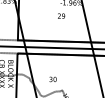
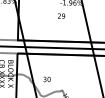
text at (52, 79) position: (52, 79) -> (46, 79)
